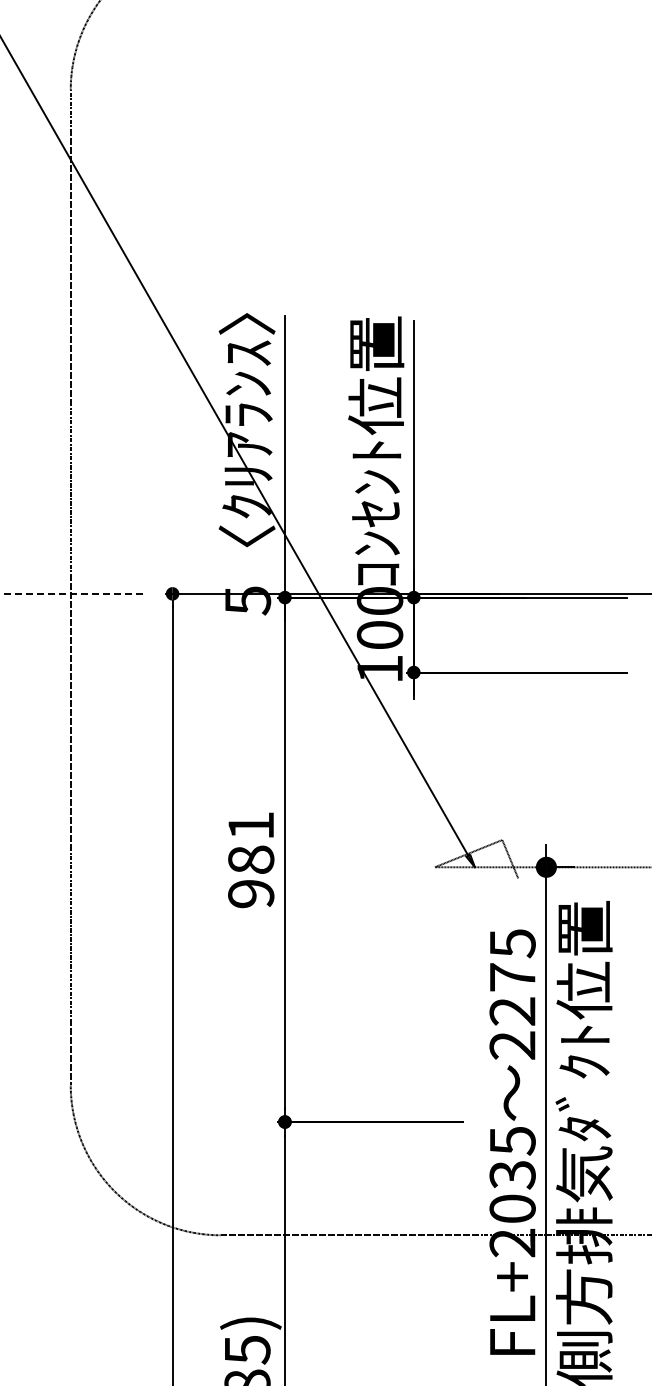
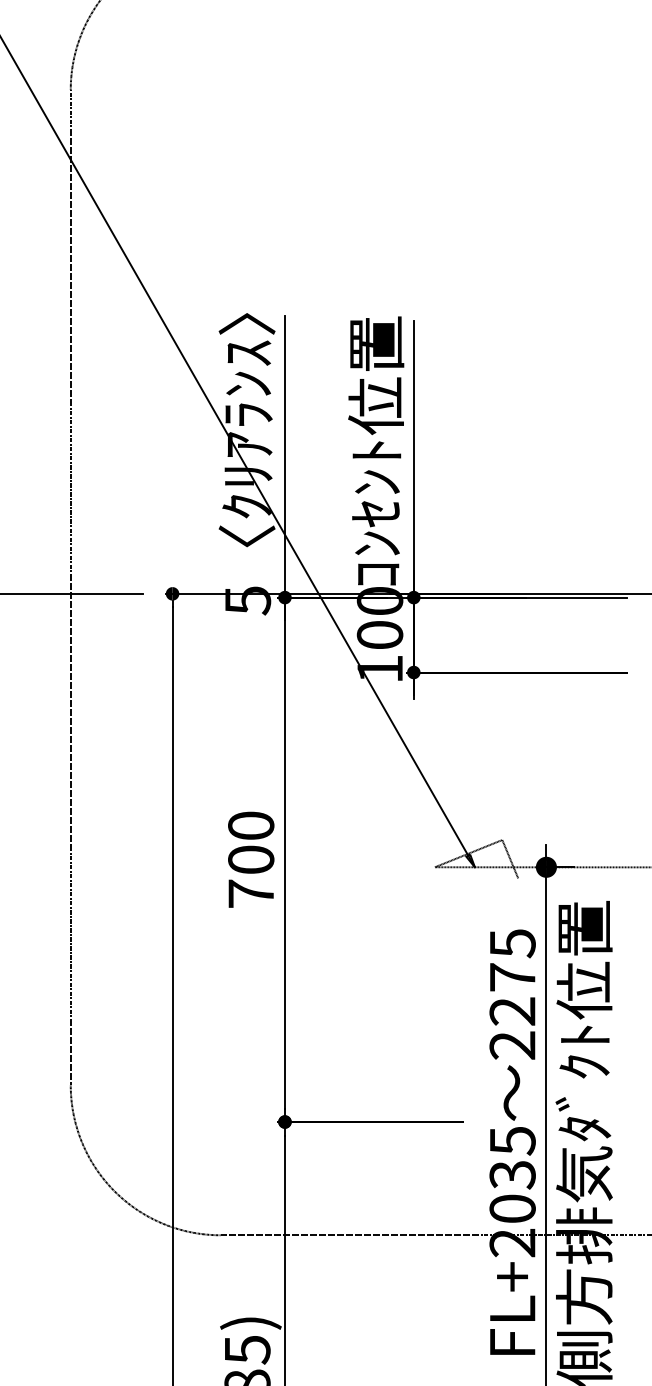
line at (71, 593): dashed -> solid
text at (251, 859): 981 -> 700
